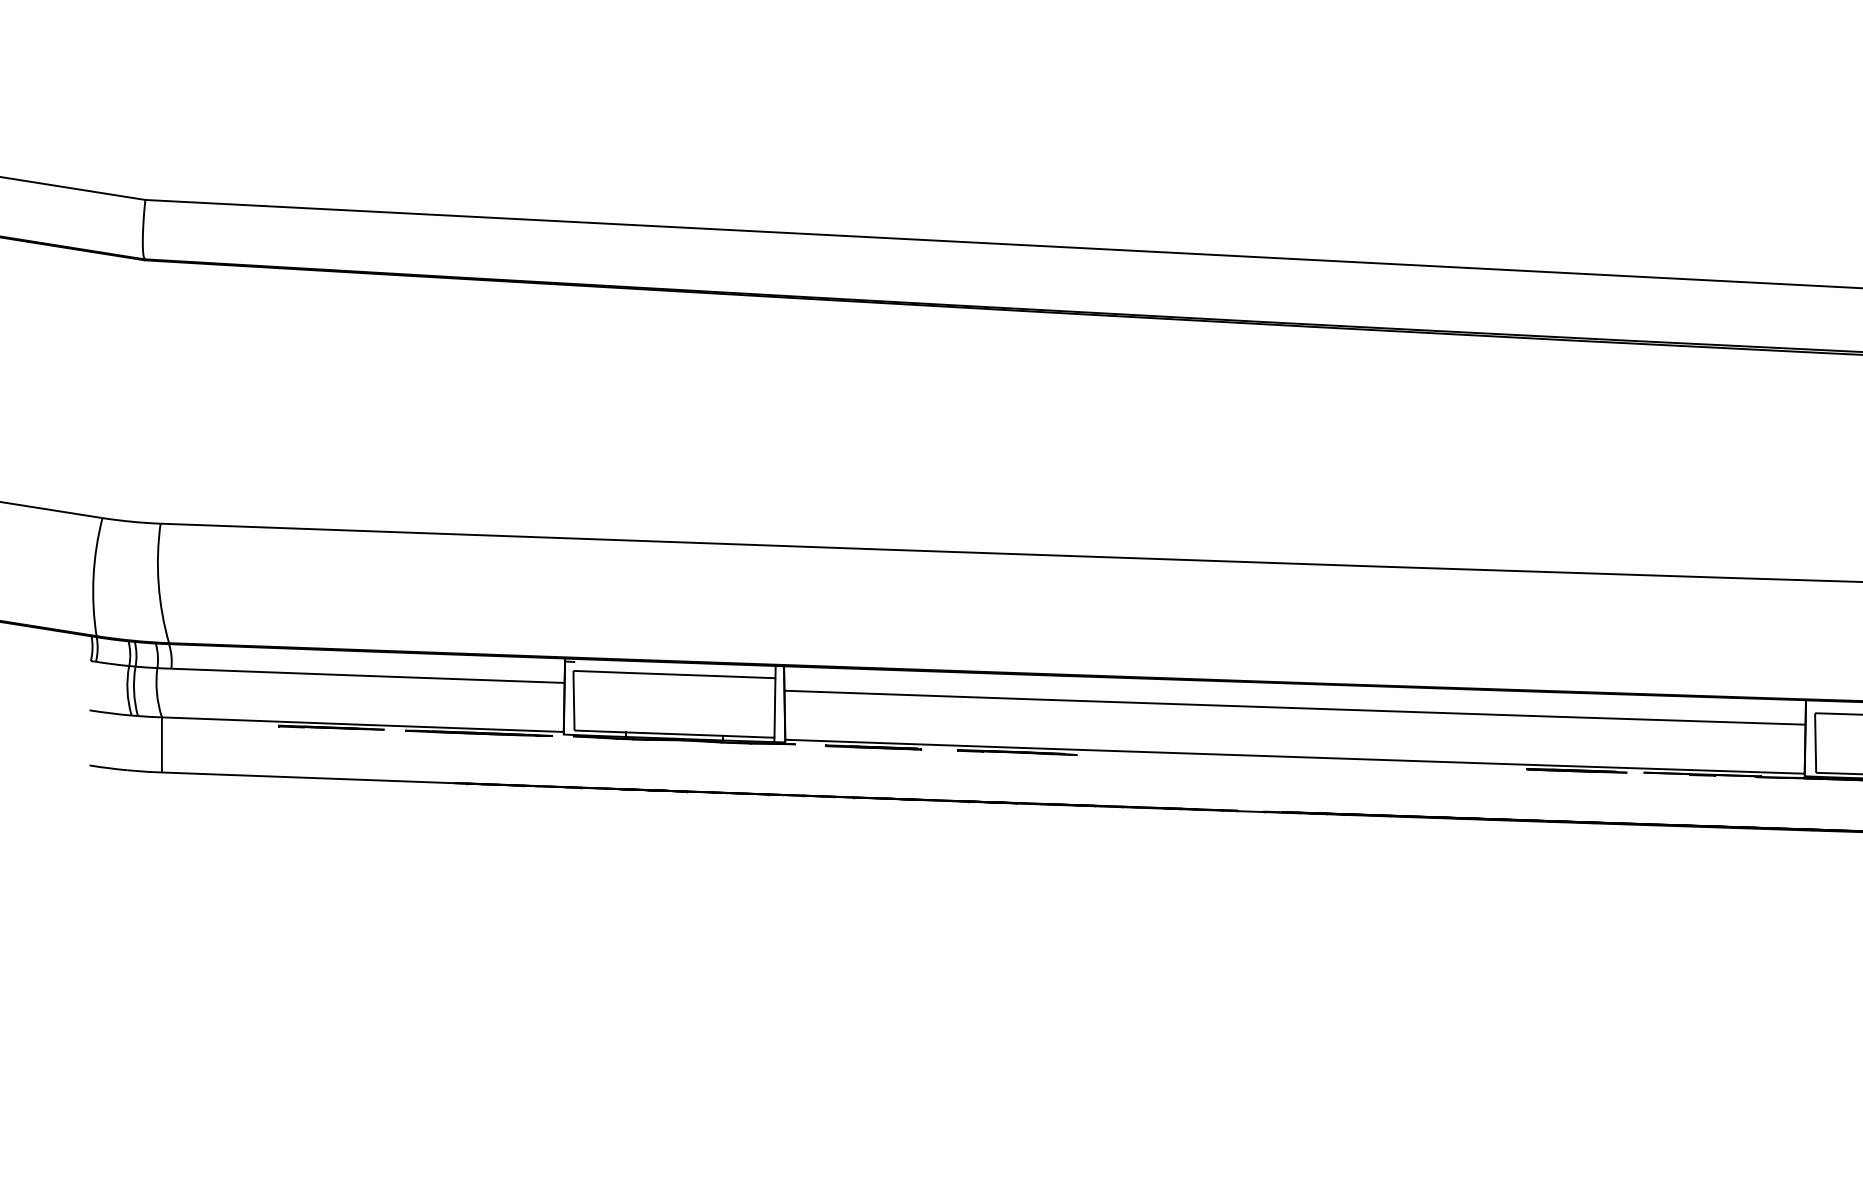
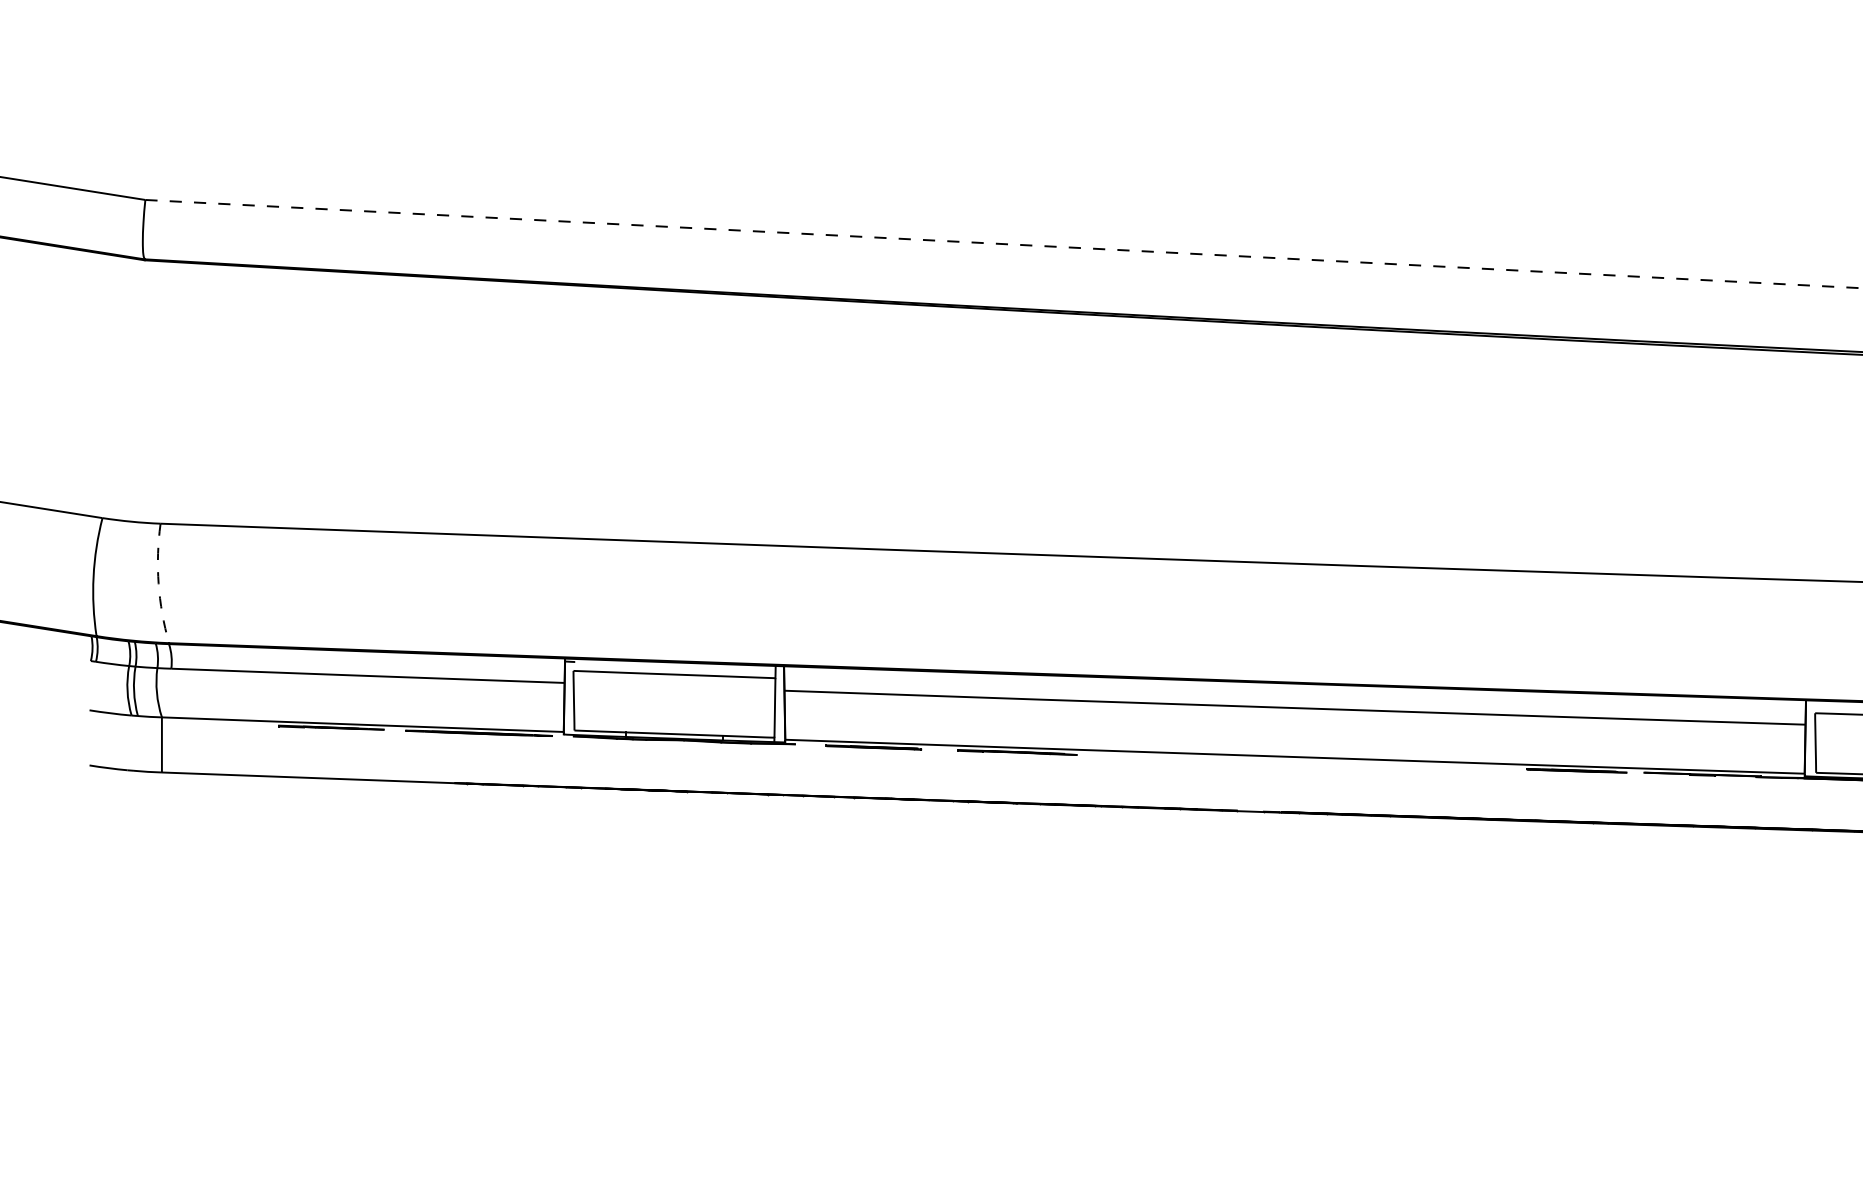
line at (1004, 244): solid -> dashed
arc at (158, 583): solid -> dashed
